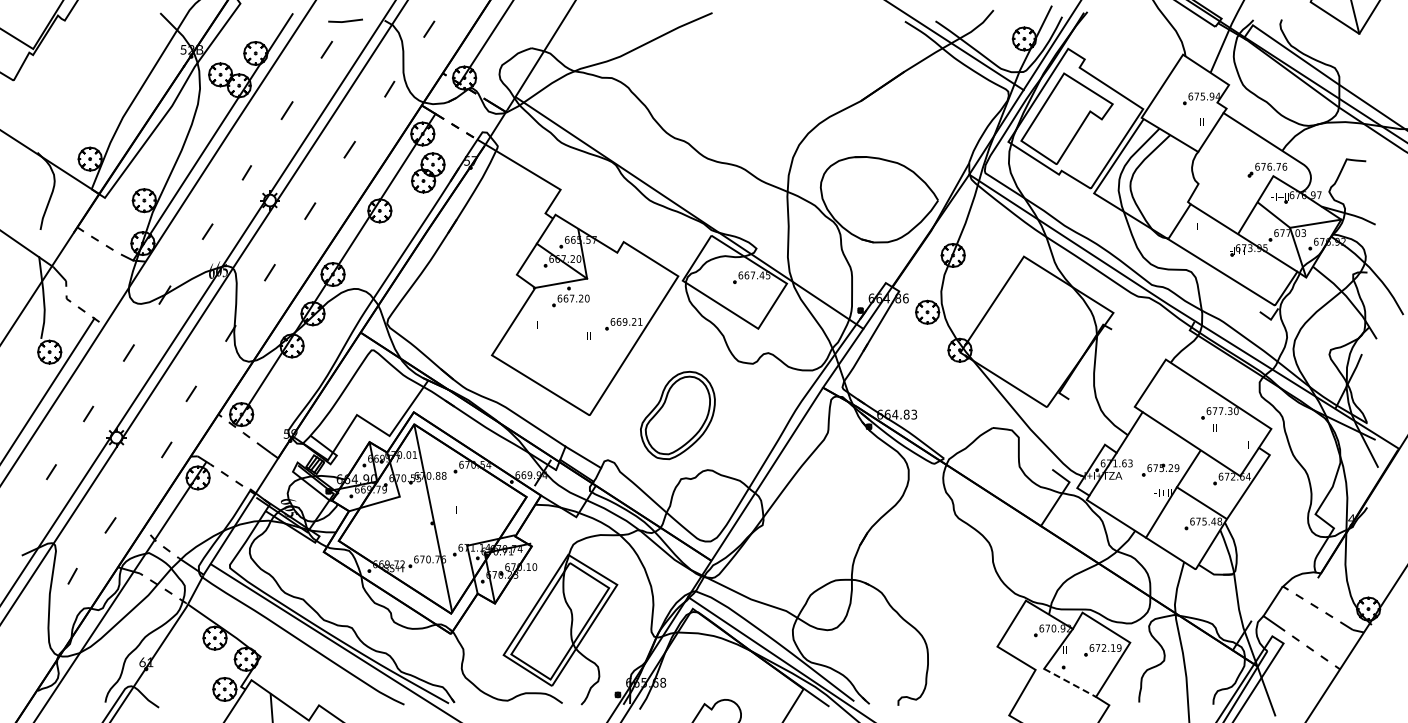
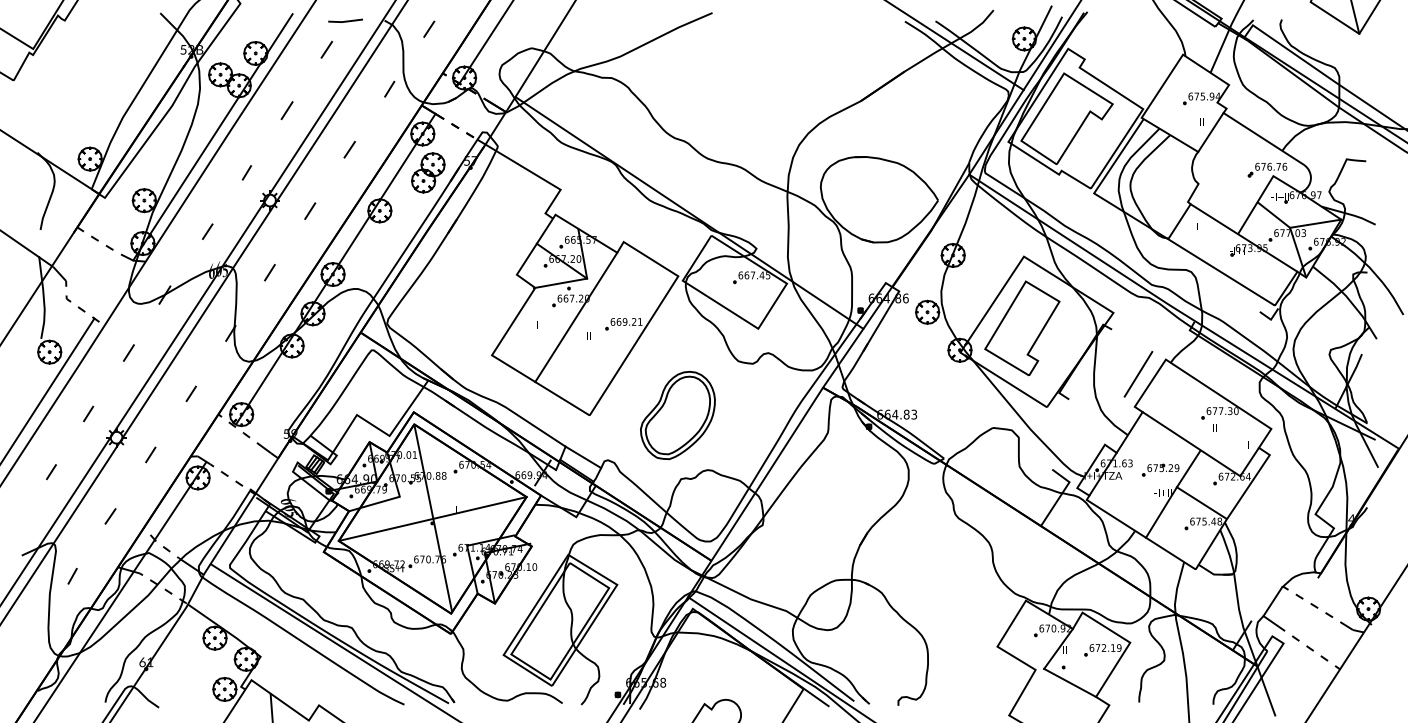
line at (576, 317): none -> present
part at (1022, 328): none -> present
line at (1138, 373): none -> present
line at (166, 449) position: (166, 449) -> (150, 454)
line at (432, 518): none -> present
line at (110, 525) position: (110, 525) -> (110, 516)
line at (1070, 682): dashed -> solid
